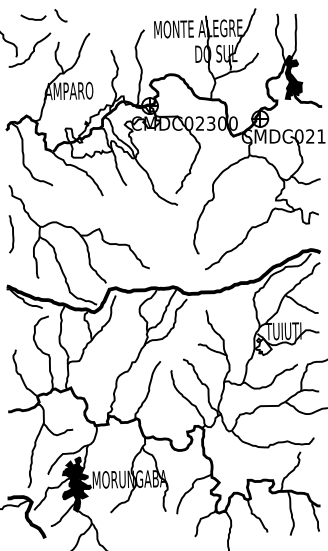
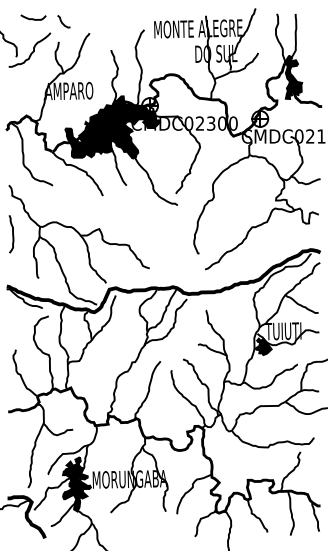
curve at (59, 15) position: (59, 15) -> (62, 21)
fill at (112, 127): none -> present
fill at (263, 346): none -> present
